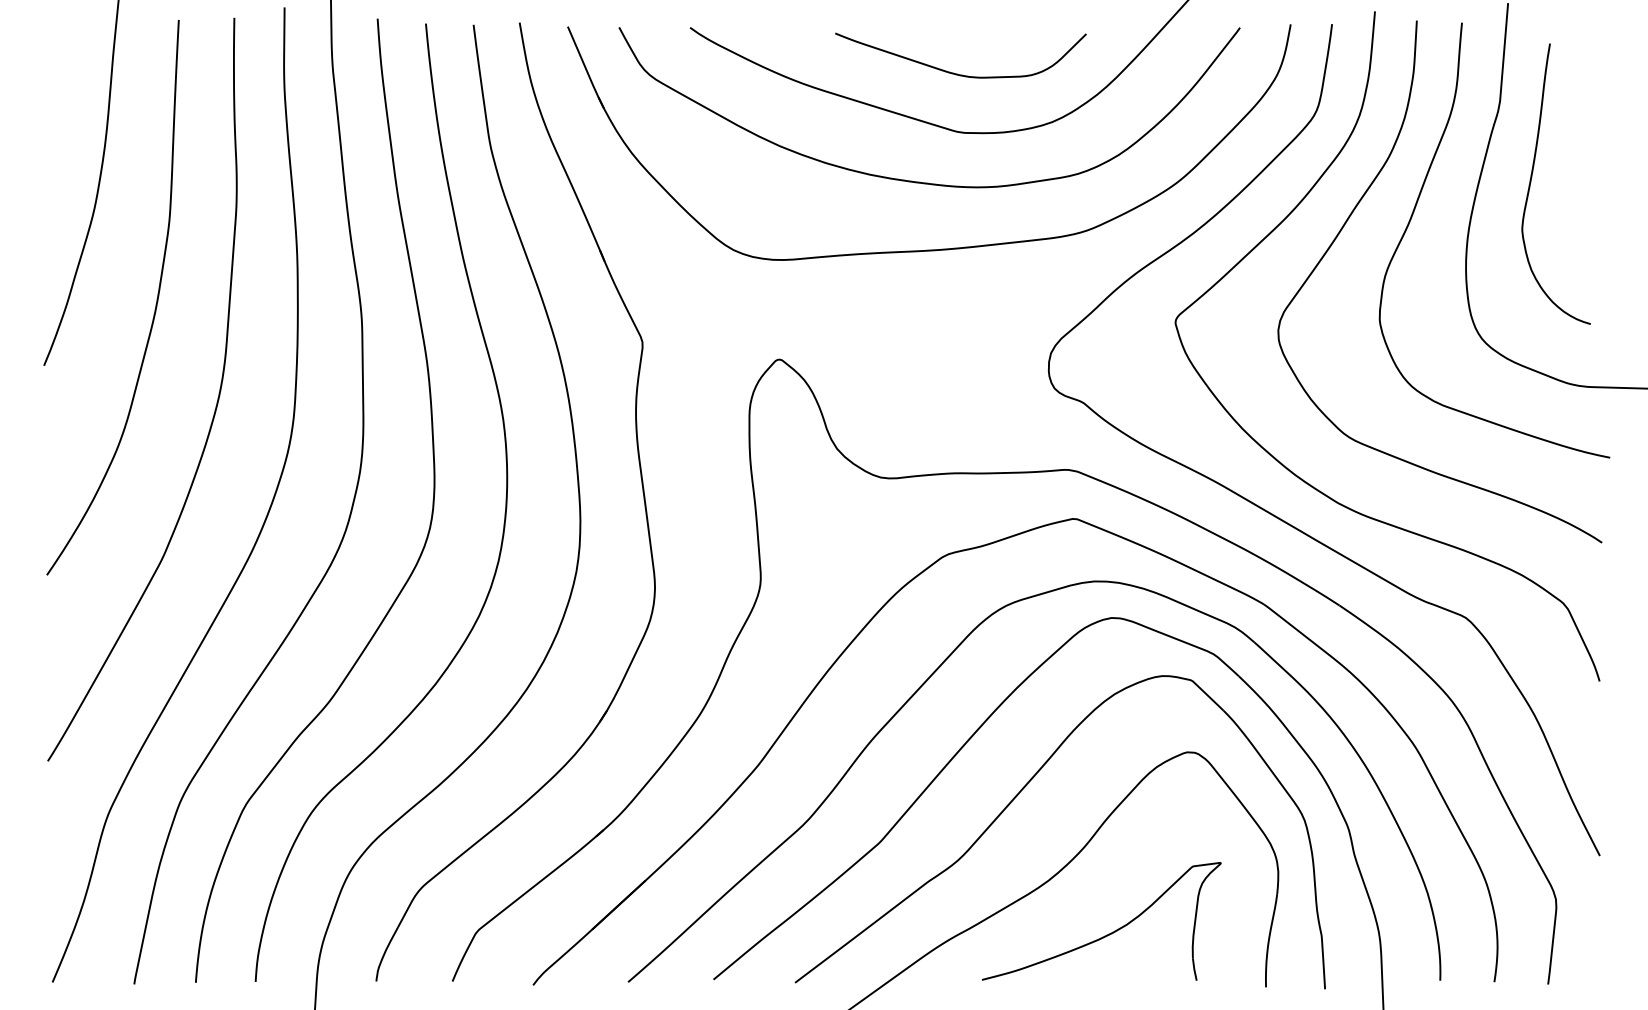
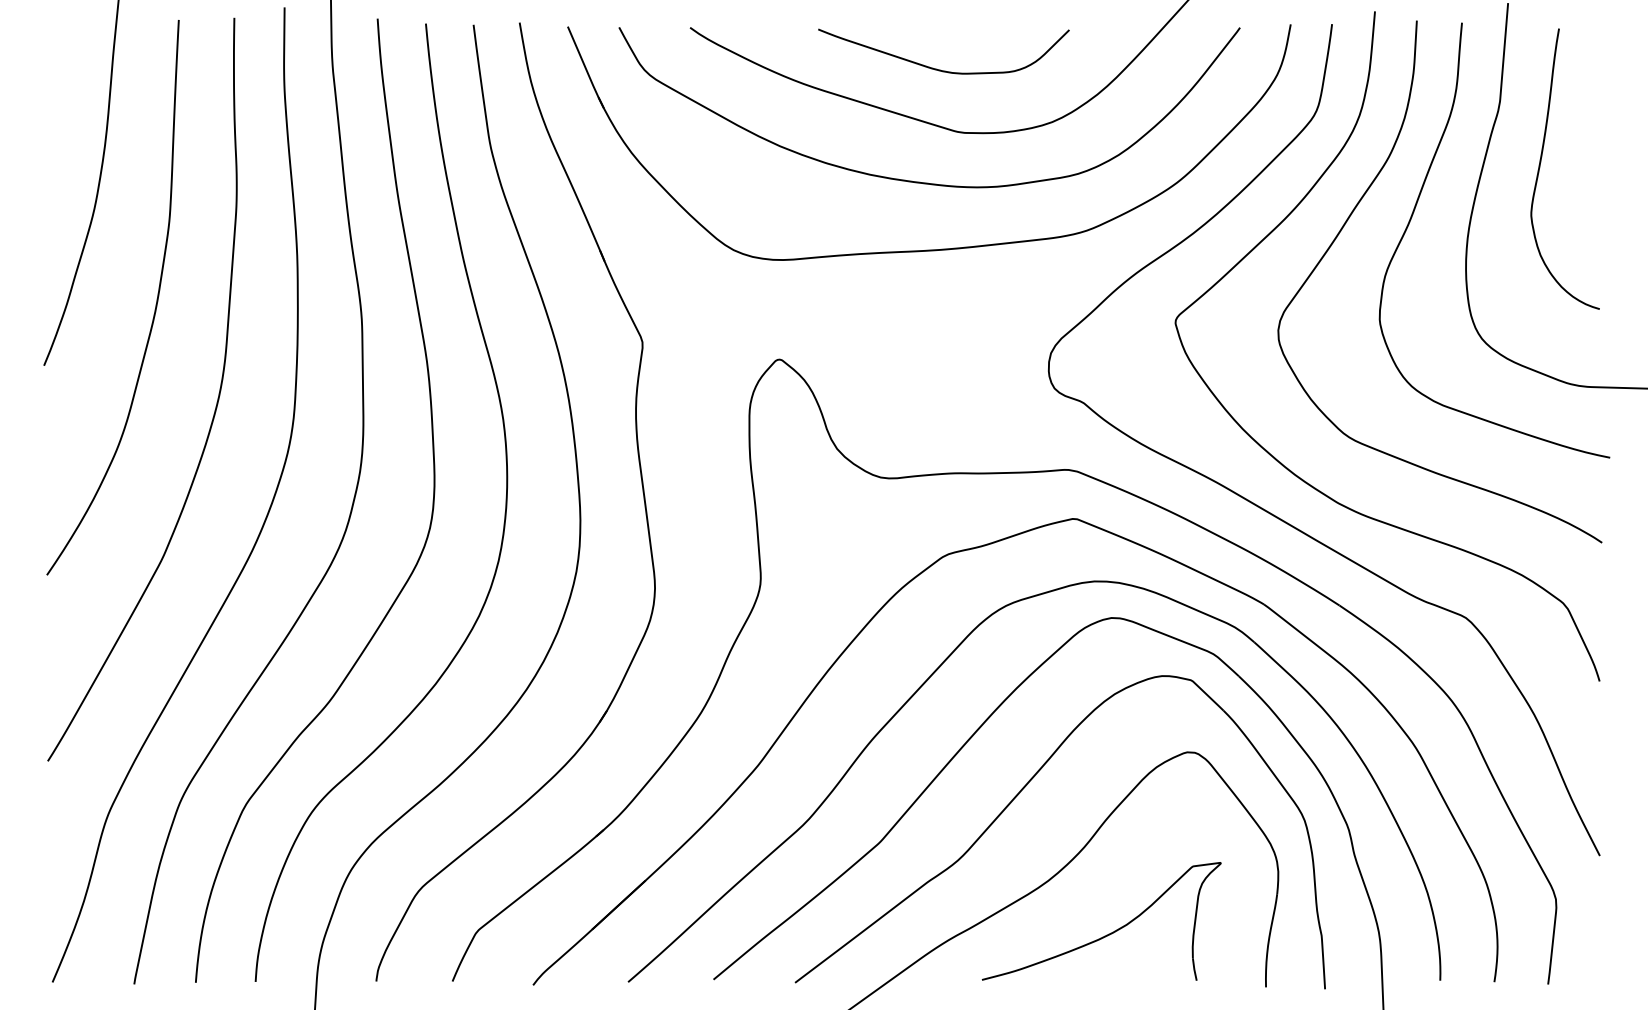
curve at (957, 73) position: (957, 73) -> (940, 69)
curve at (1532, 177) position: (1532, 177) -> (1541, 162)
